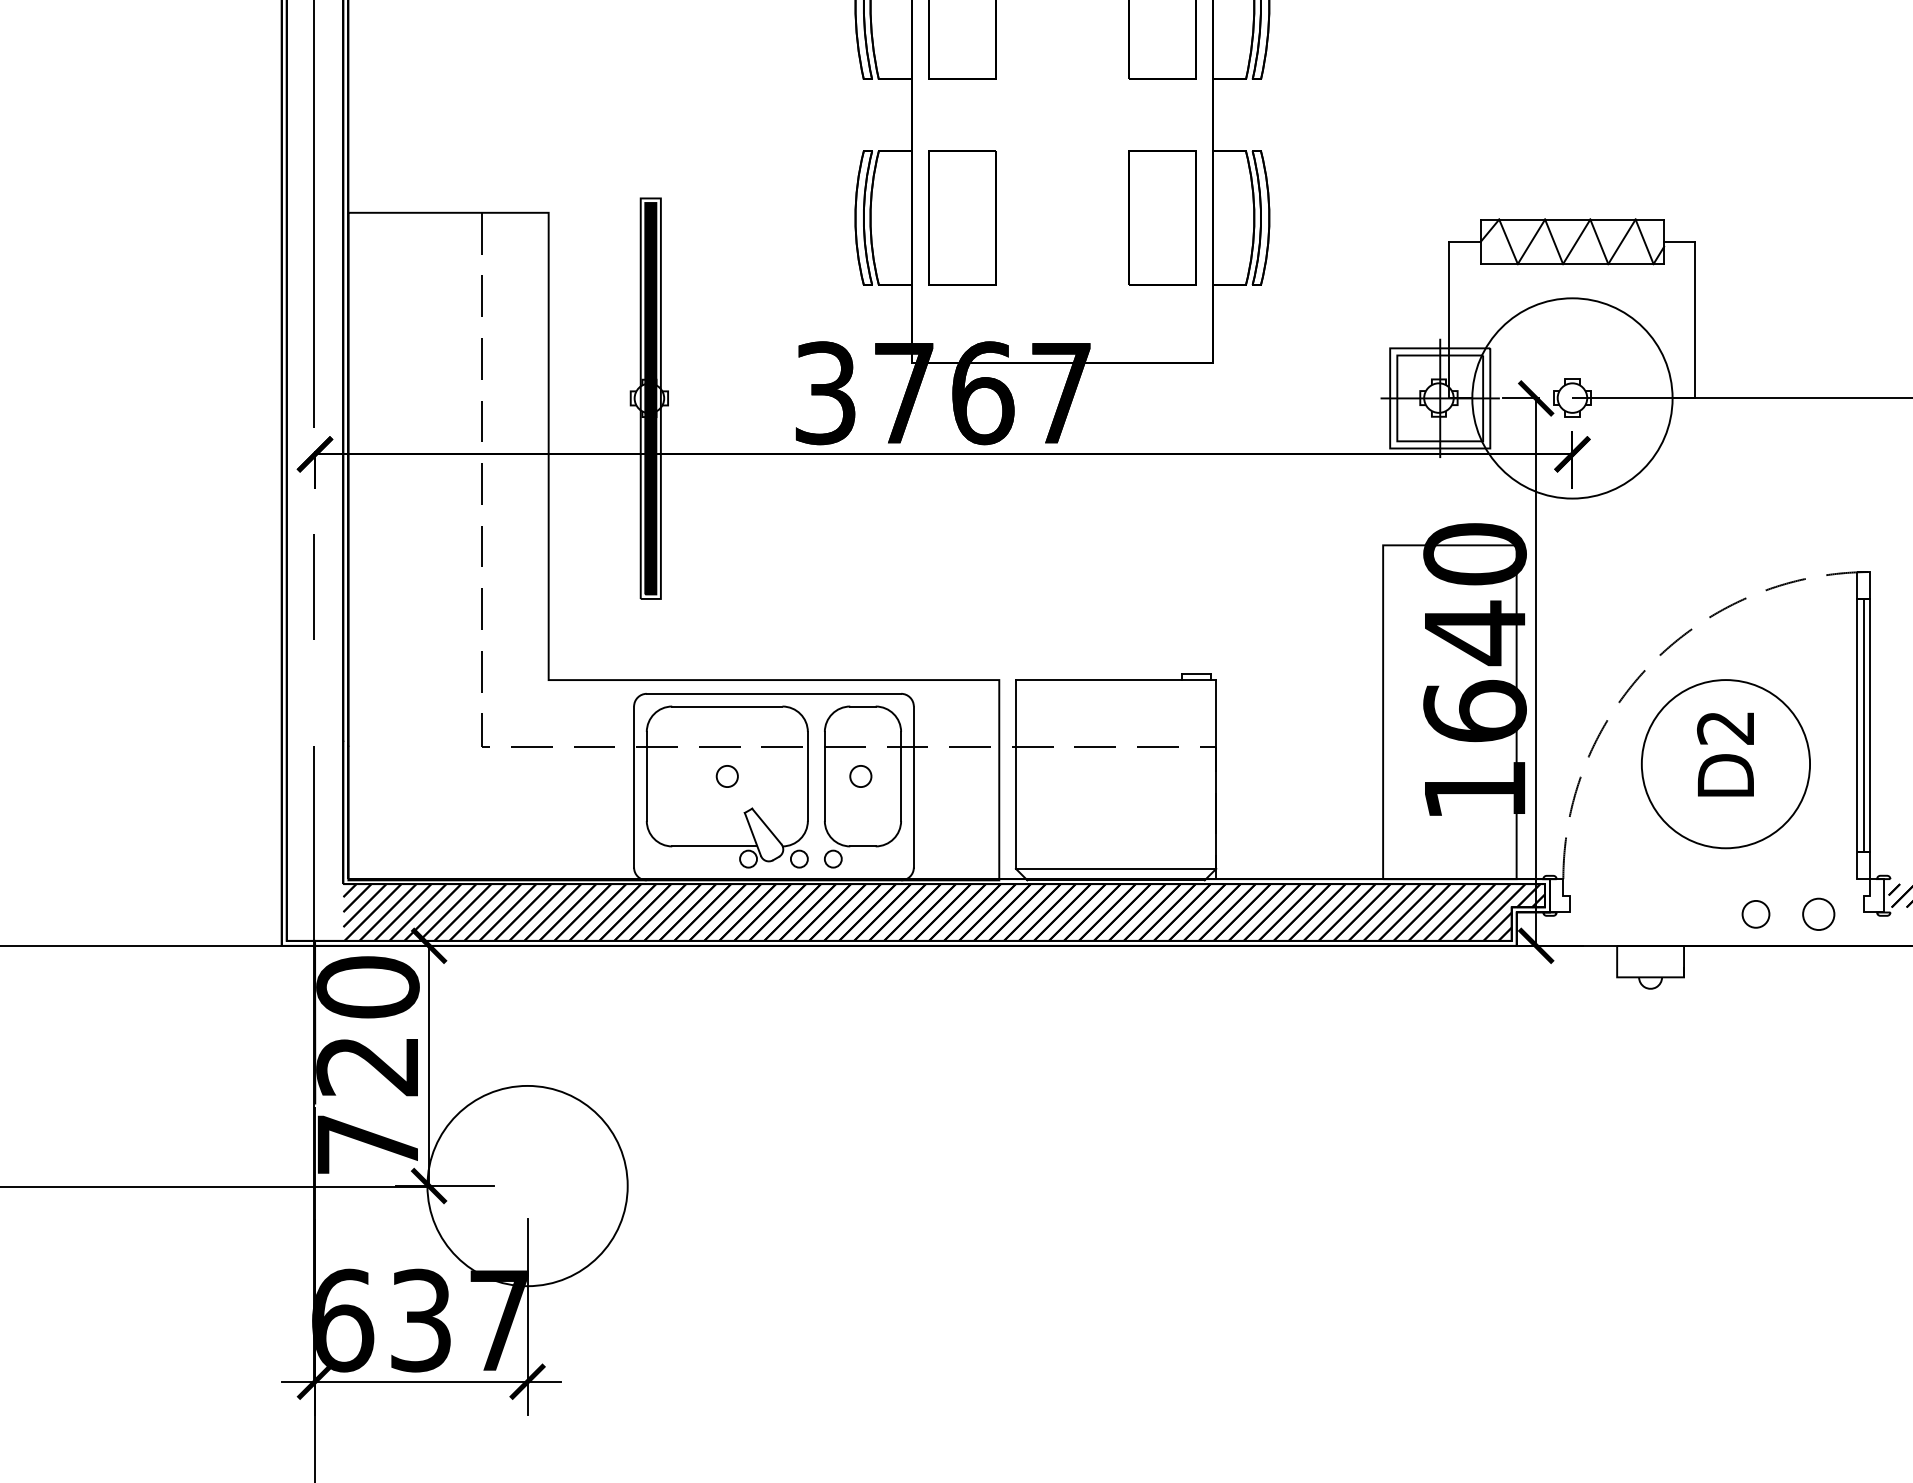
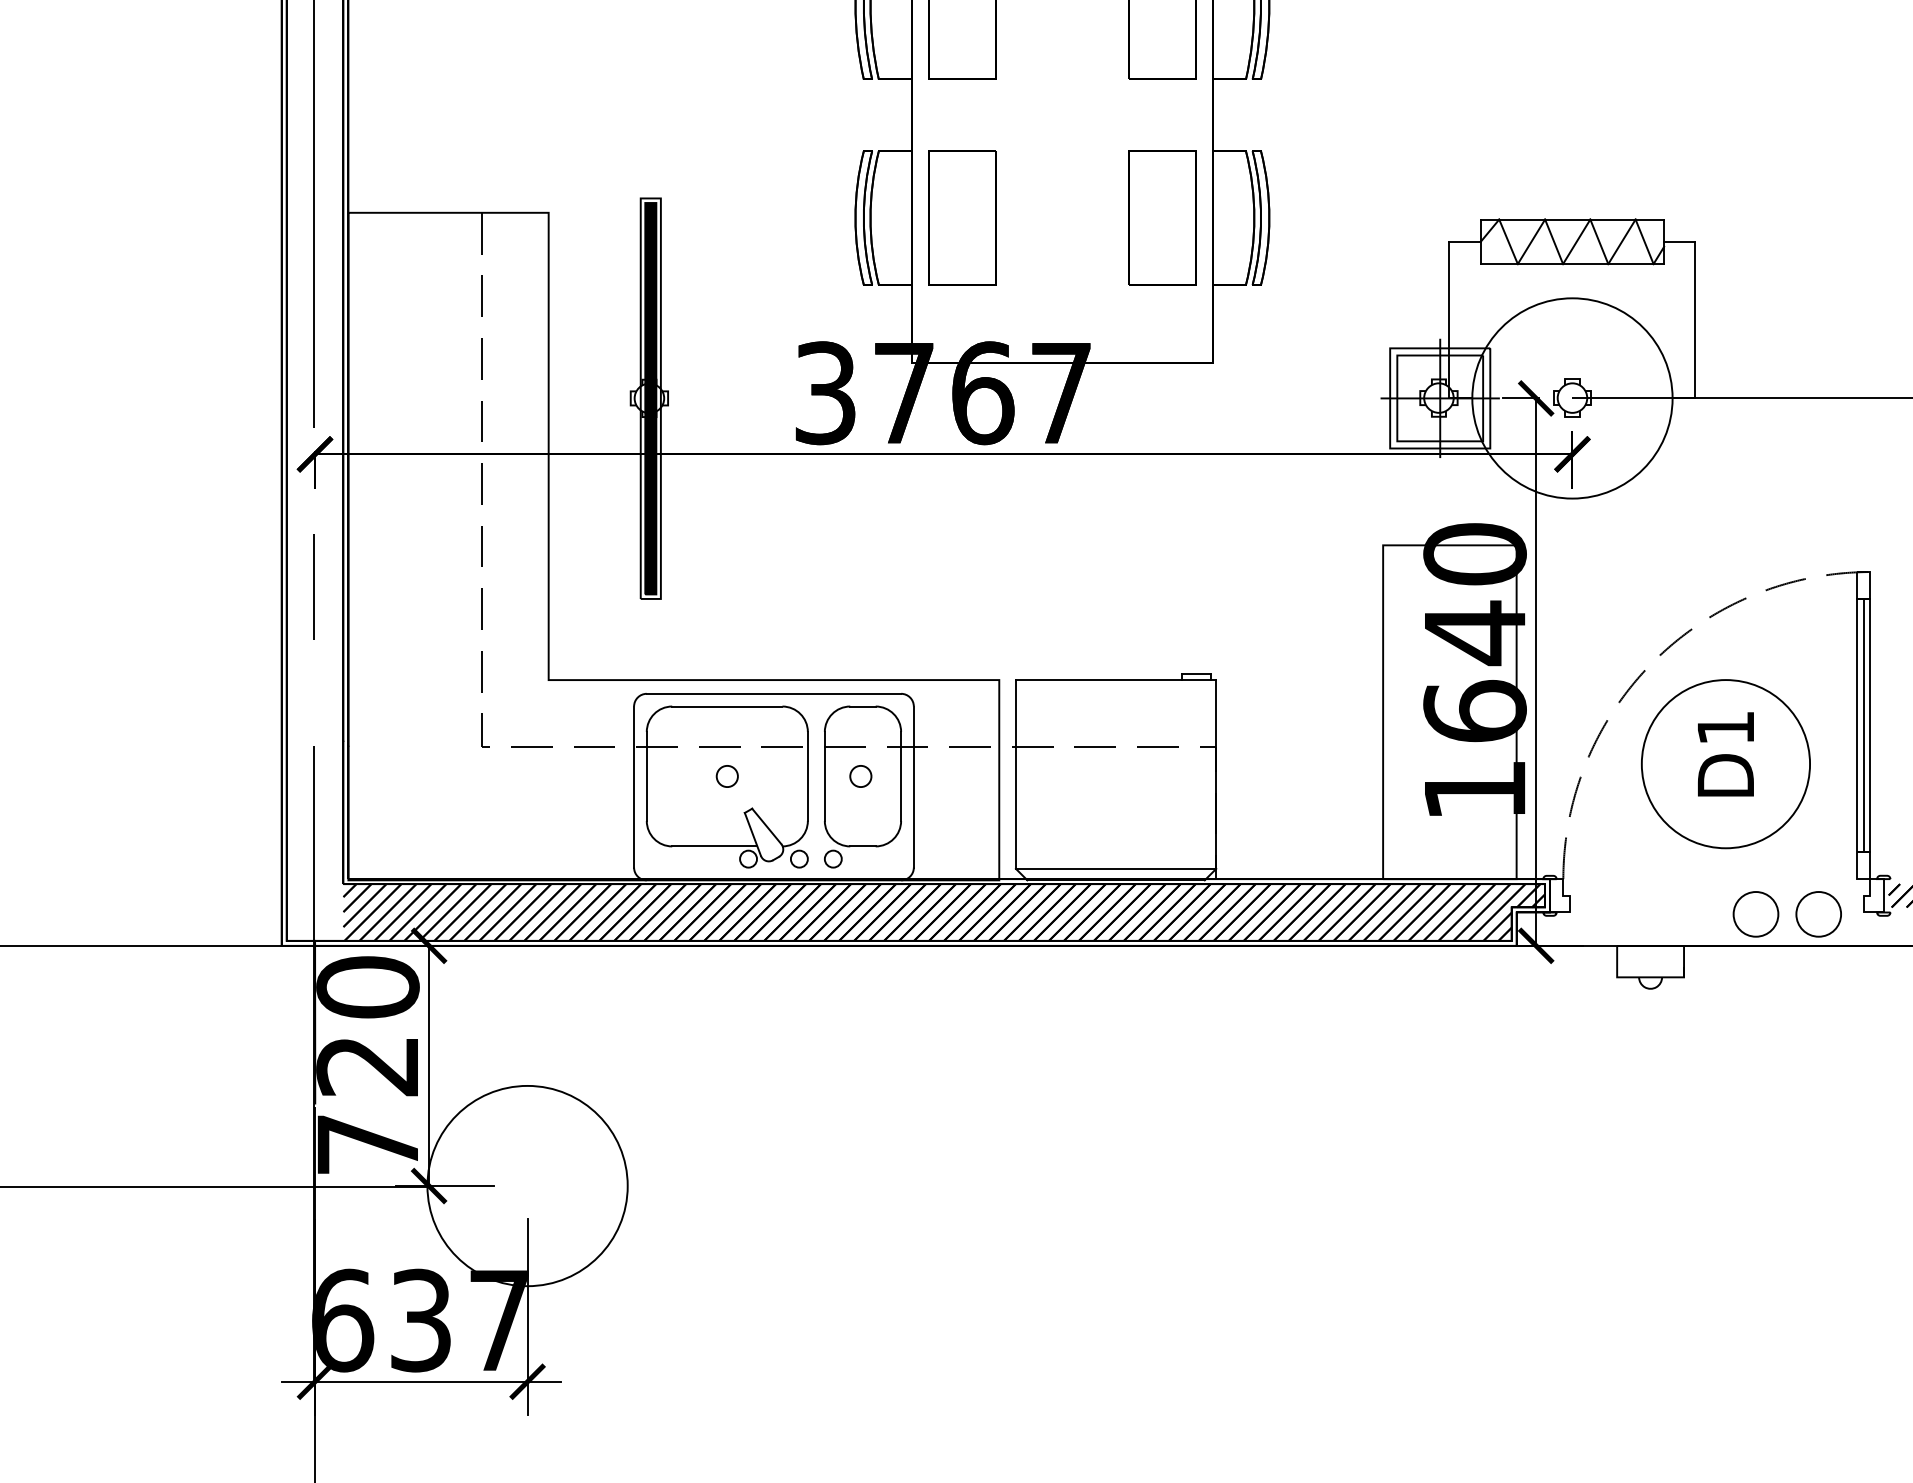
text at (1725, 728): D2 -> D1
circle at (1755, 913) diameter: 27 px -> 45 px
circle at (1818, 914) diameter: 31 px -> 45 px
